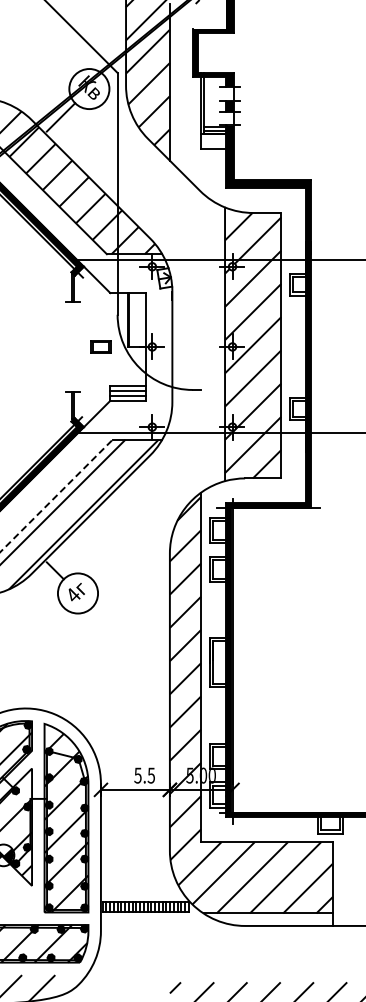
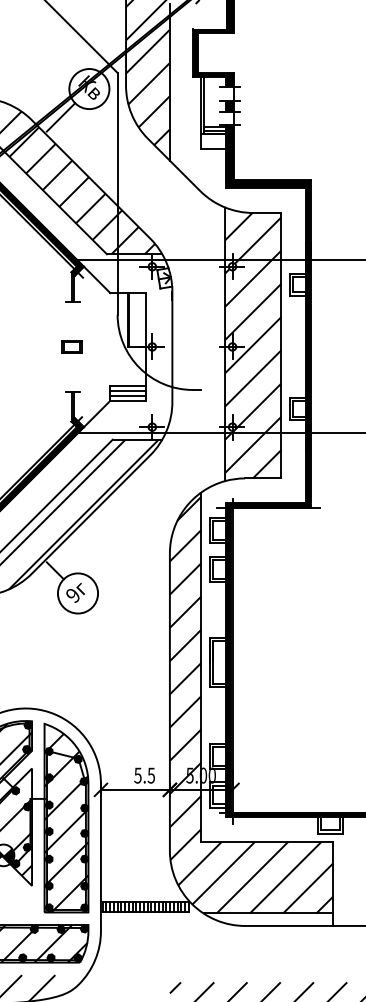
part at (100, 346) position: (100, 346) -> (71, 346)
line at (56, 496): dashed -> solid
text at (73, 595): 4 -> 9
